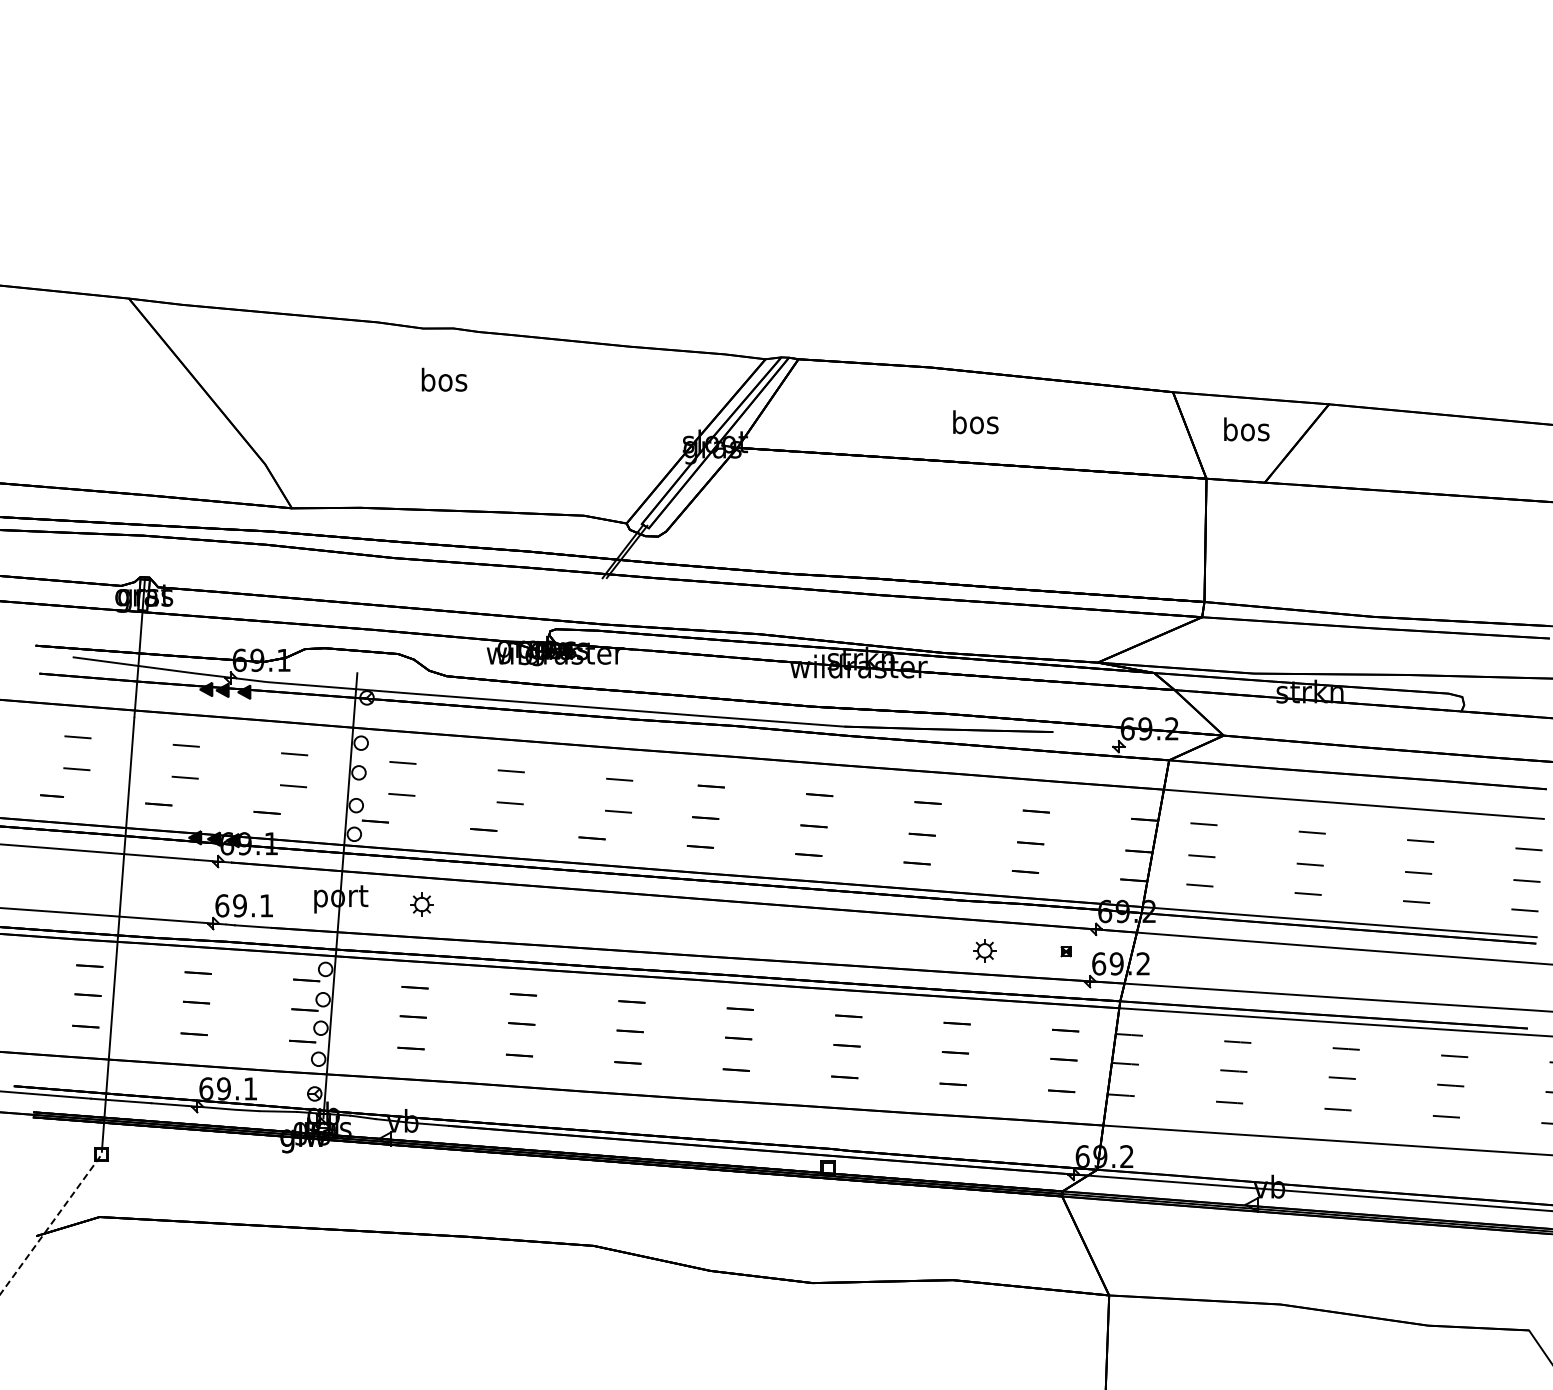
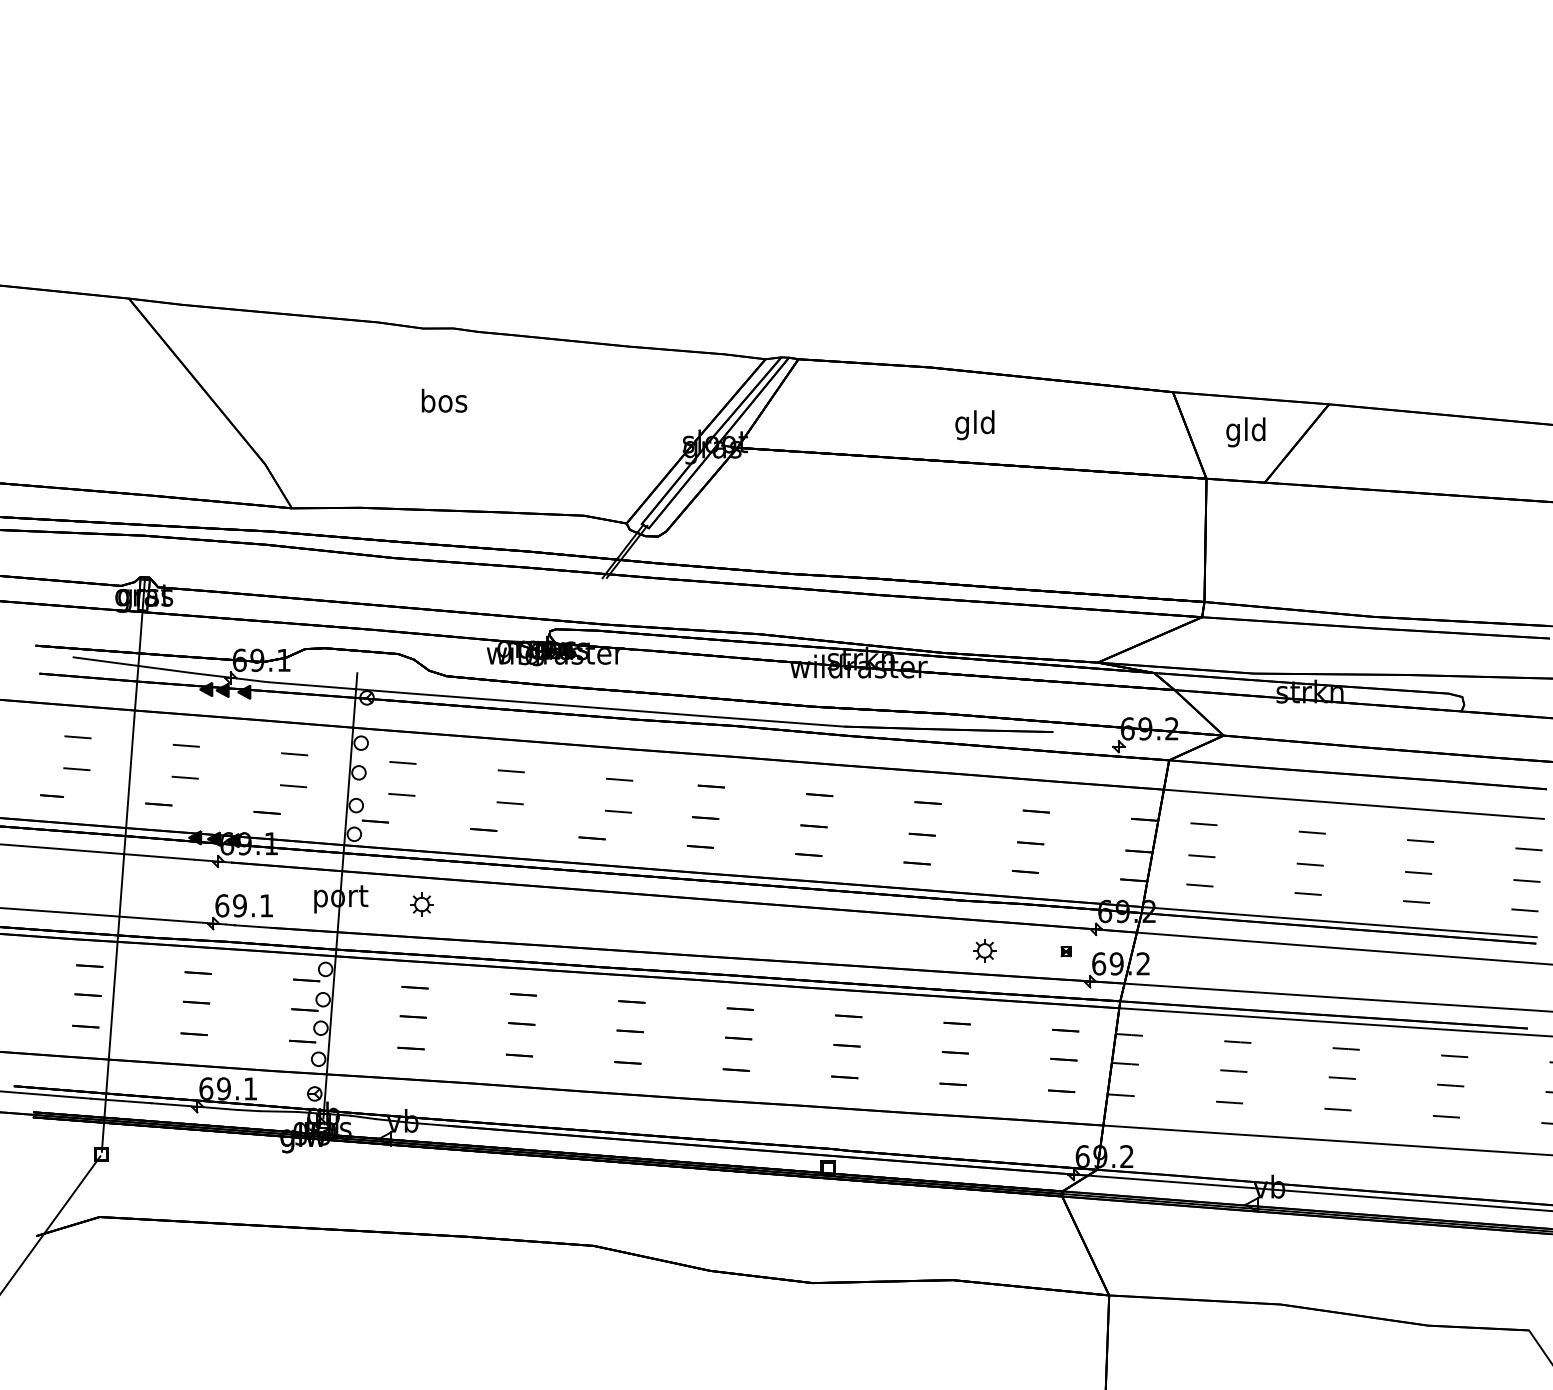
text at (444, 379) position: (444, 379) -> (444, 400)
text at (975, 425): bos -> gld
text at (1246, 432): bos -> gld
line at (50, 1225): dashed -> solid
